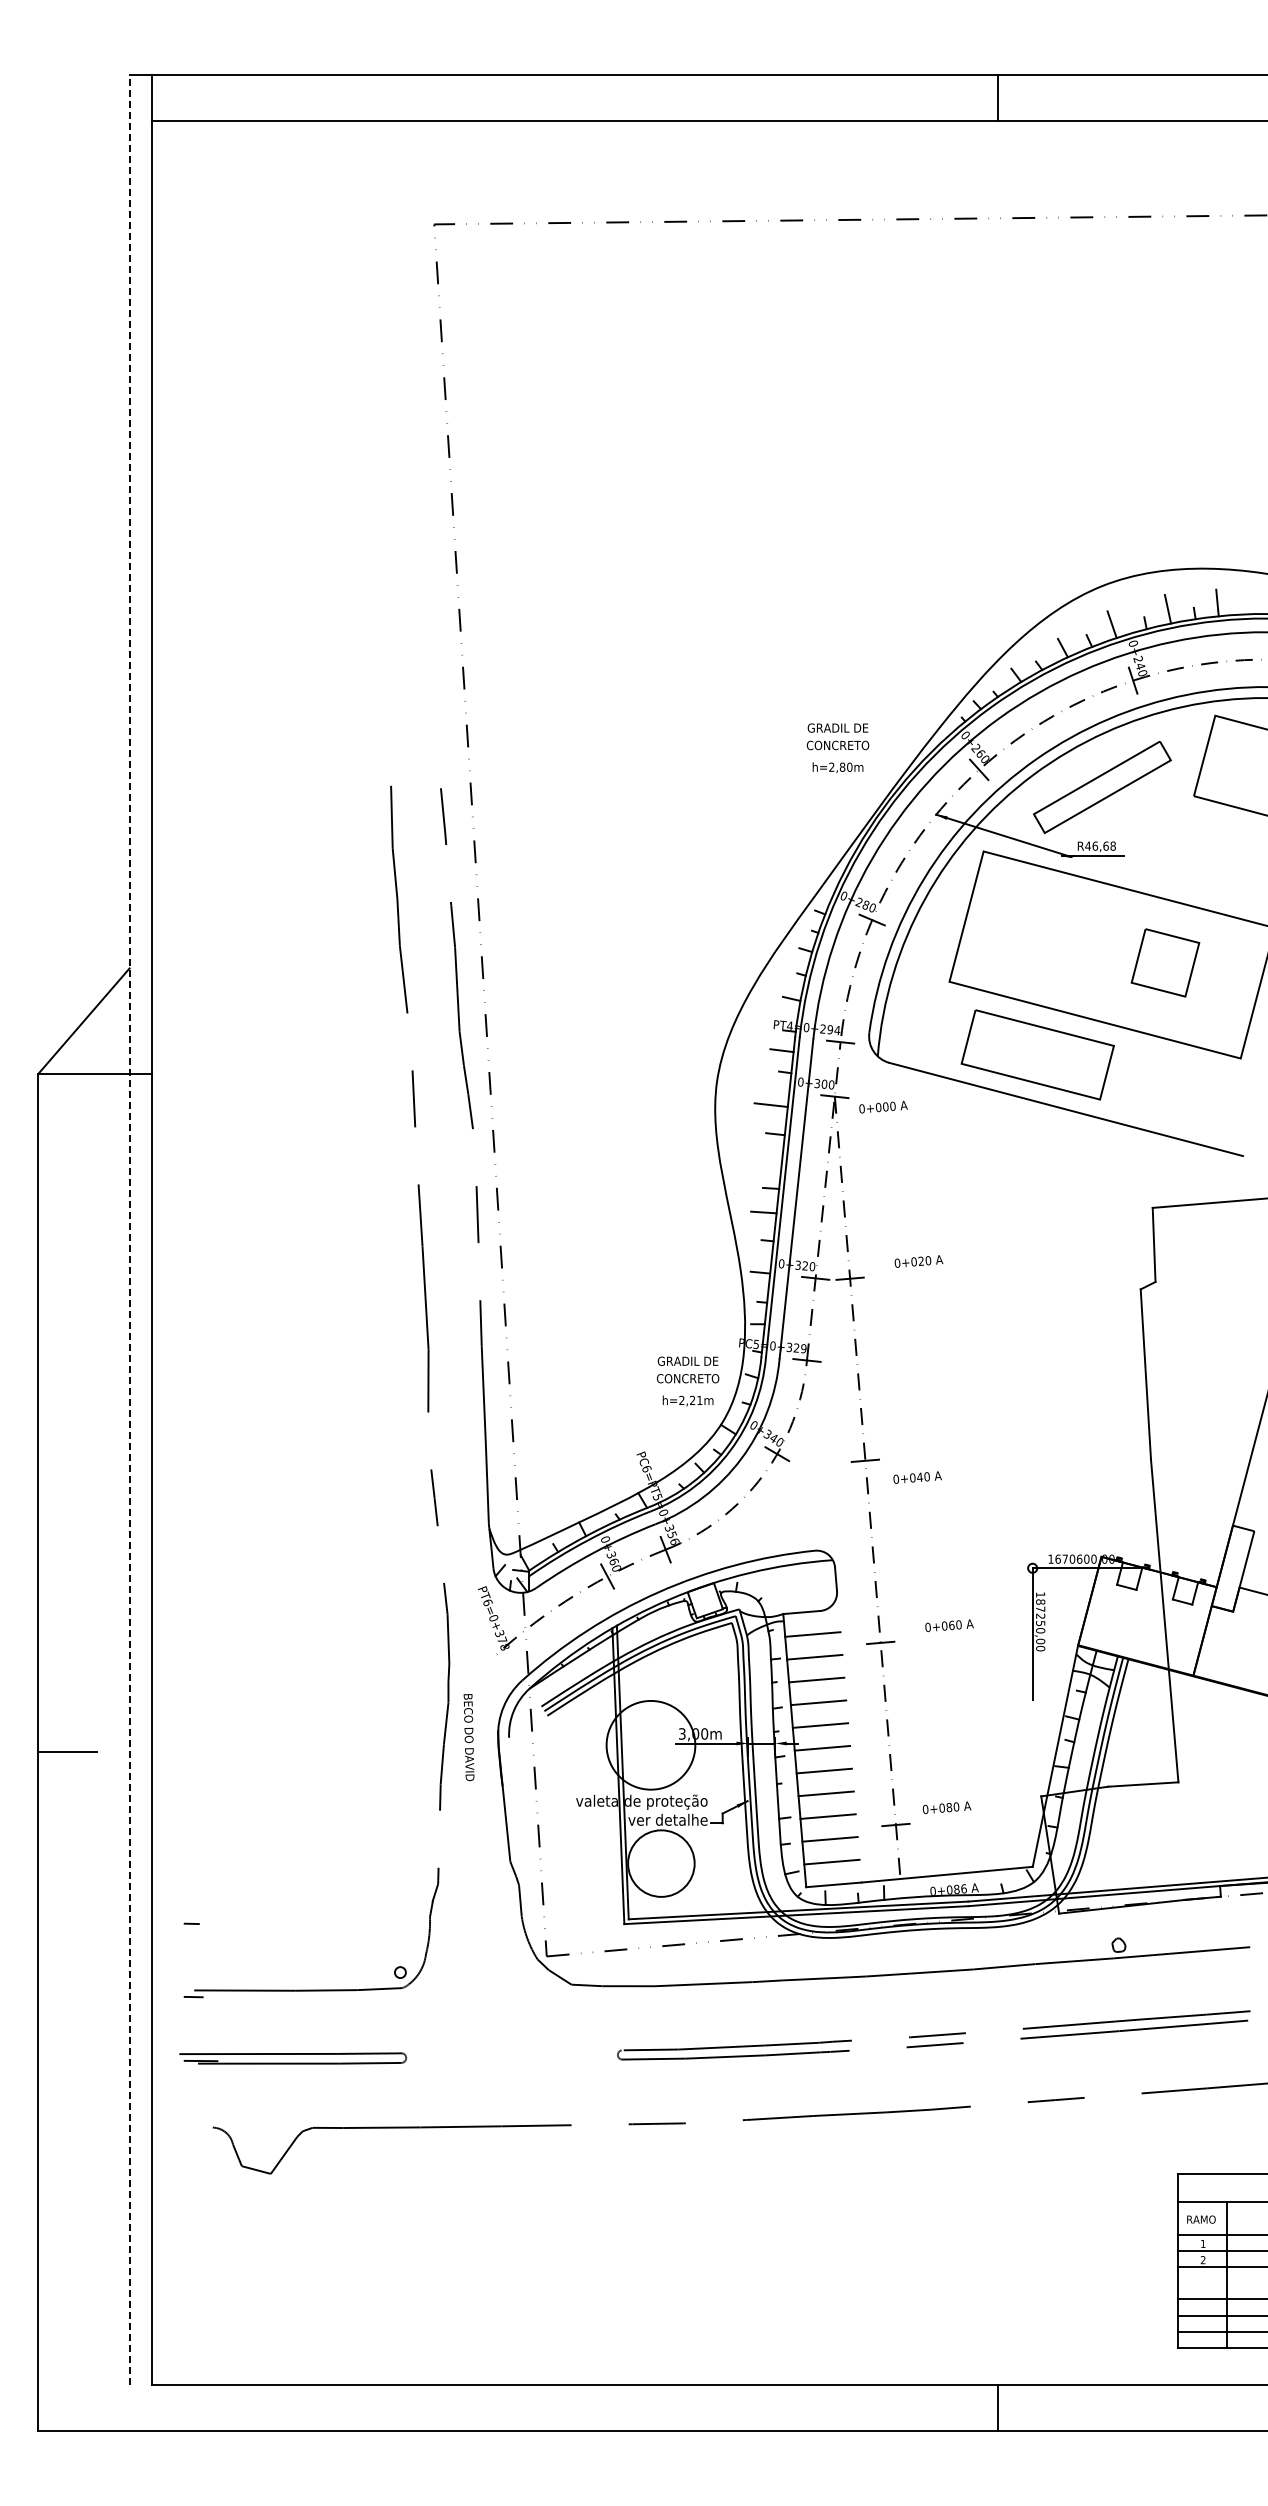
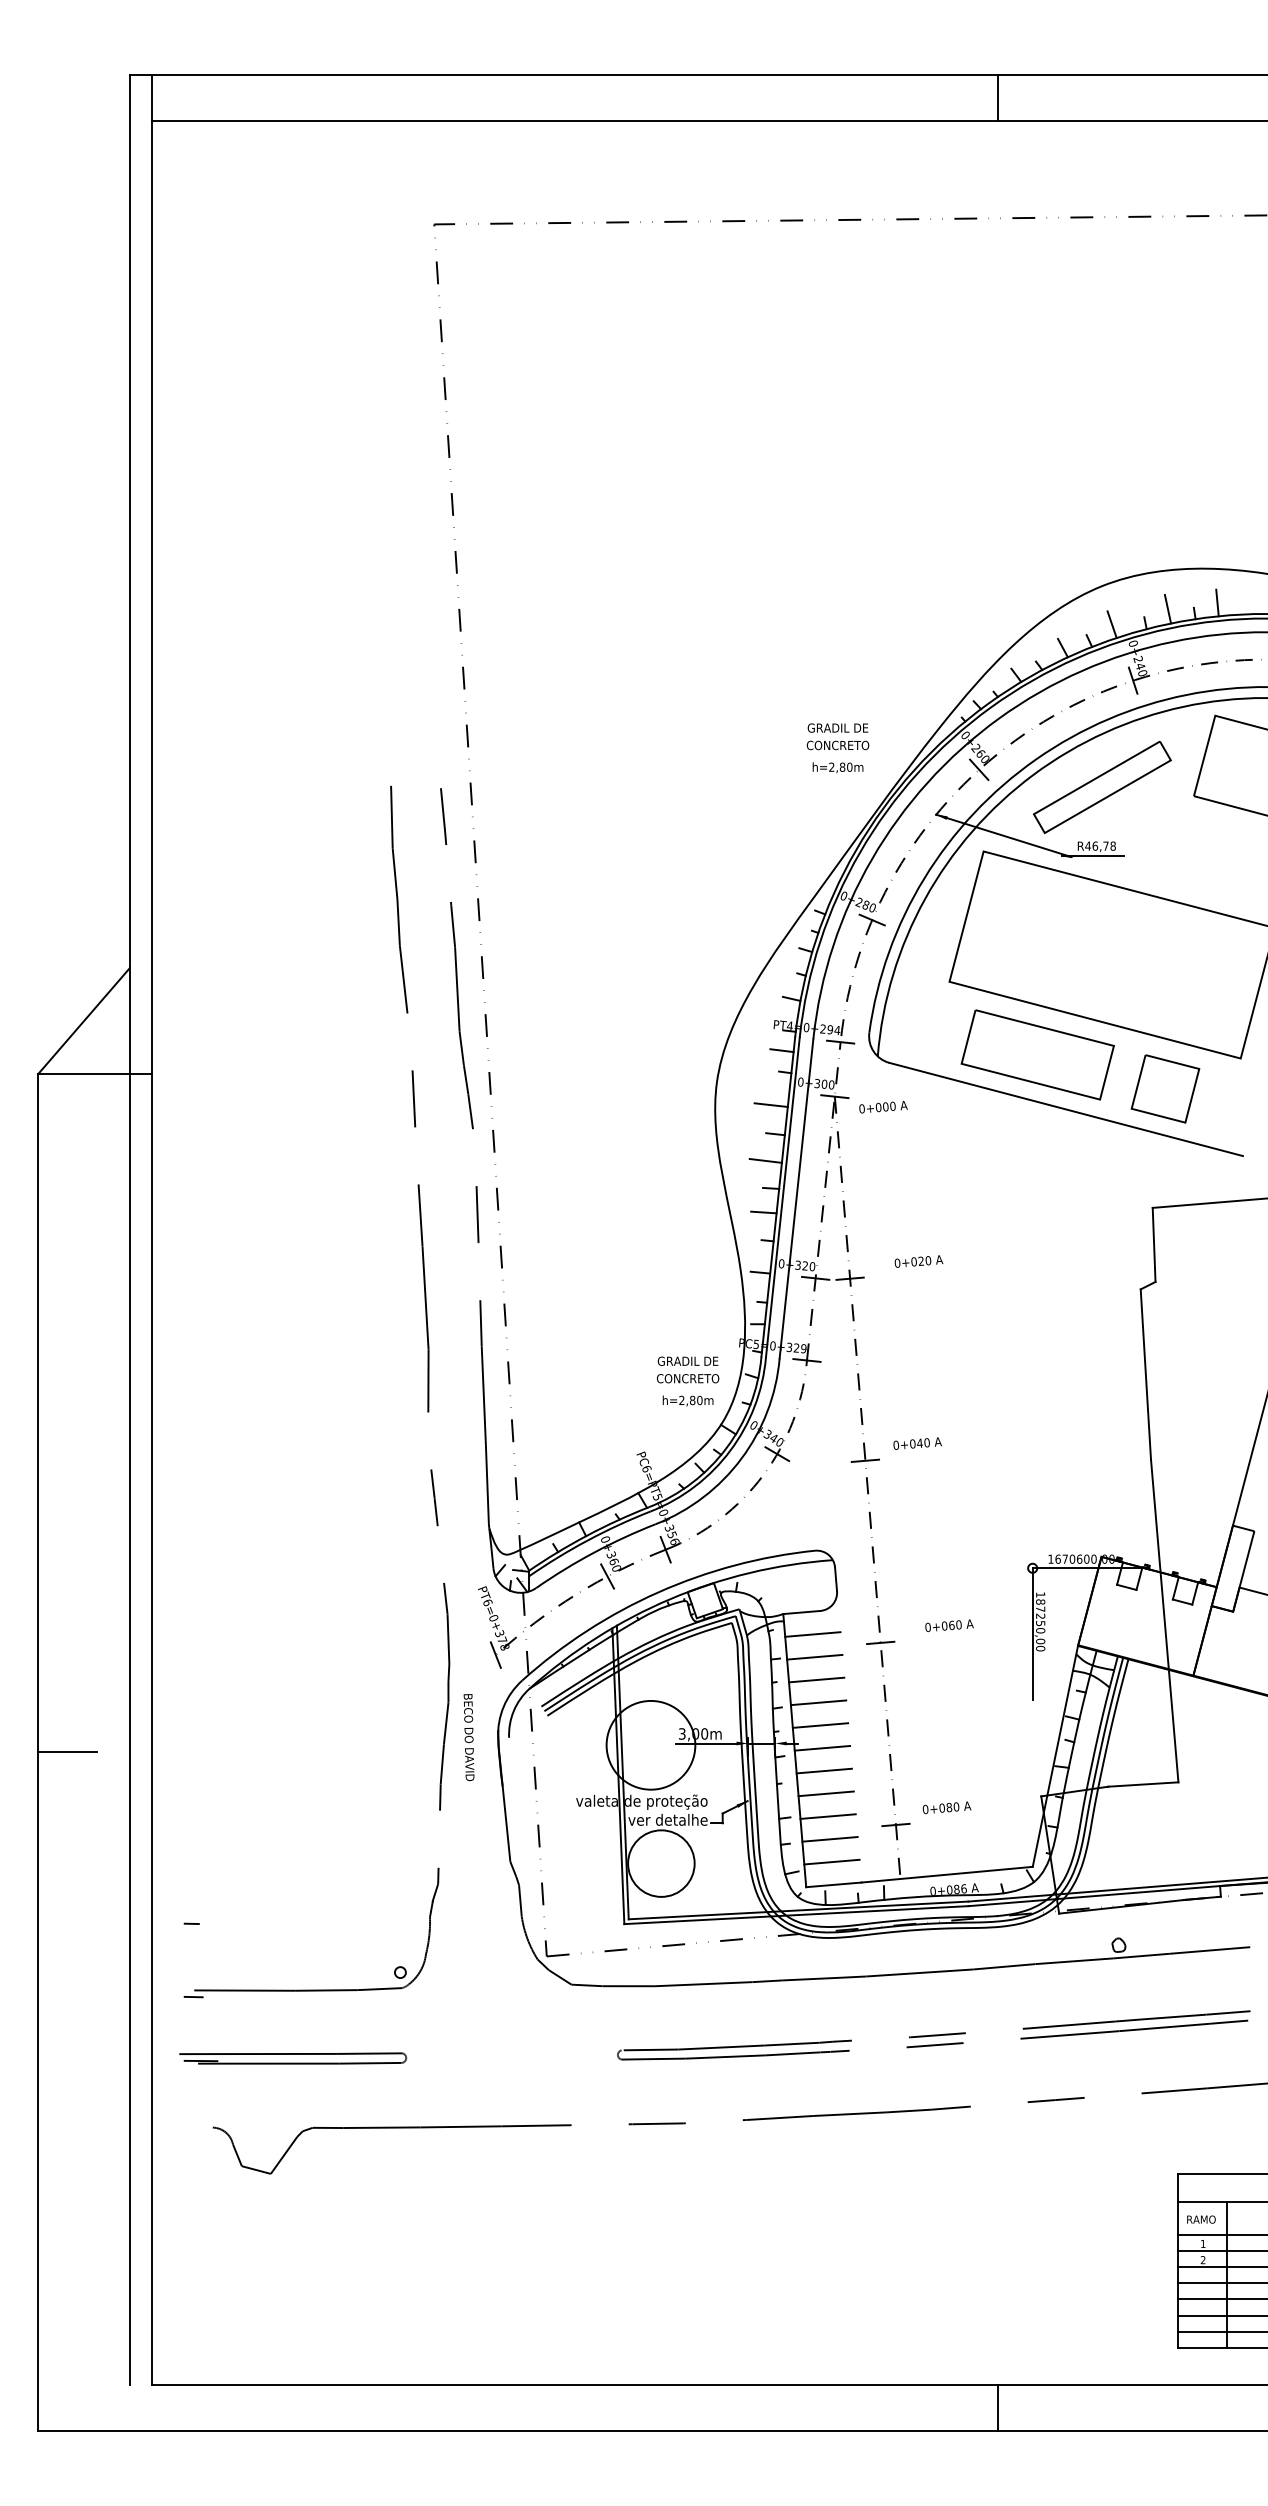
text at (1105, 845): R46,68 -> R46,78
part at (1165, 962) position: (1165, 962) -> (1165, 1088)
line at (765, 1160): none -> present
line at (129, 1230): dashed -> solid
text at (696, 1400): h=2,21m -> h=2,80m
text at (917, 1477) position: (917, 1477) -> (917, 1443)
line at (495, 1654): none -> present
line at (1221, 2283): none -> present
